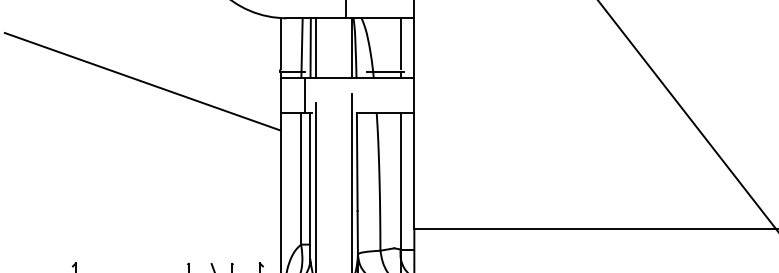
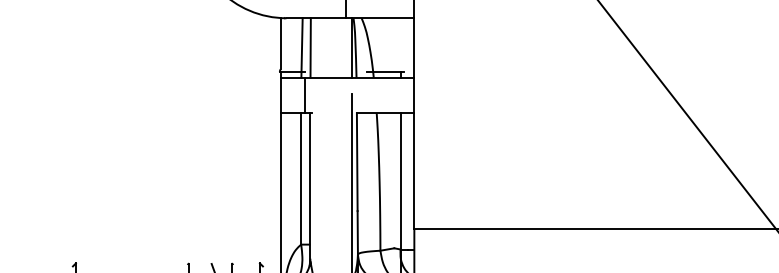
line at (400, 43): present -> none
line at (316, 47): present -> none
line at (142, 81): present -> none
line at (316, 185): present -> none
